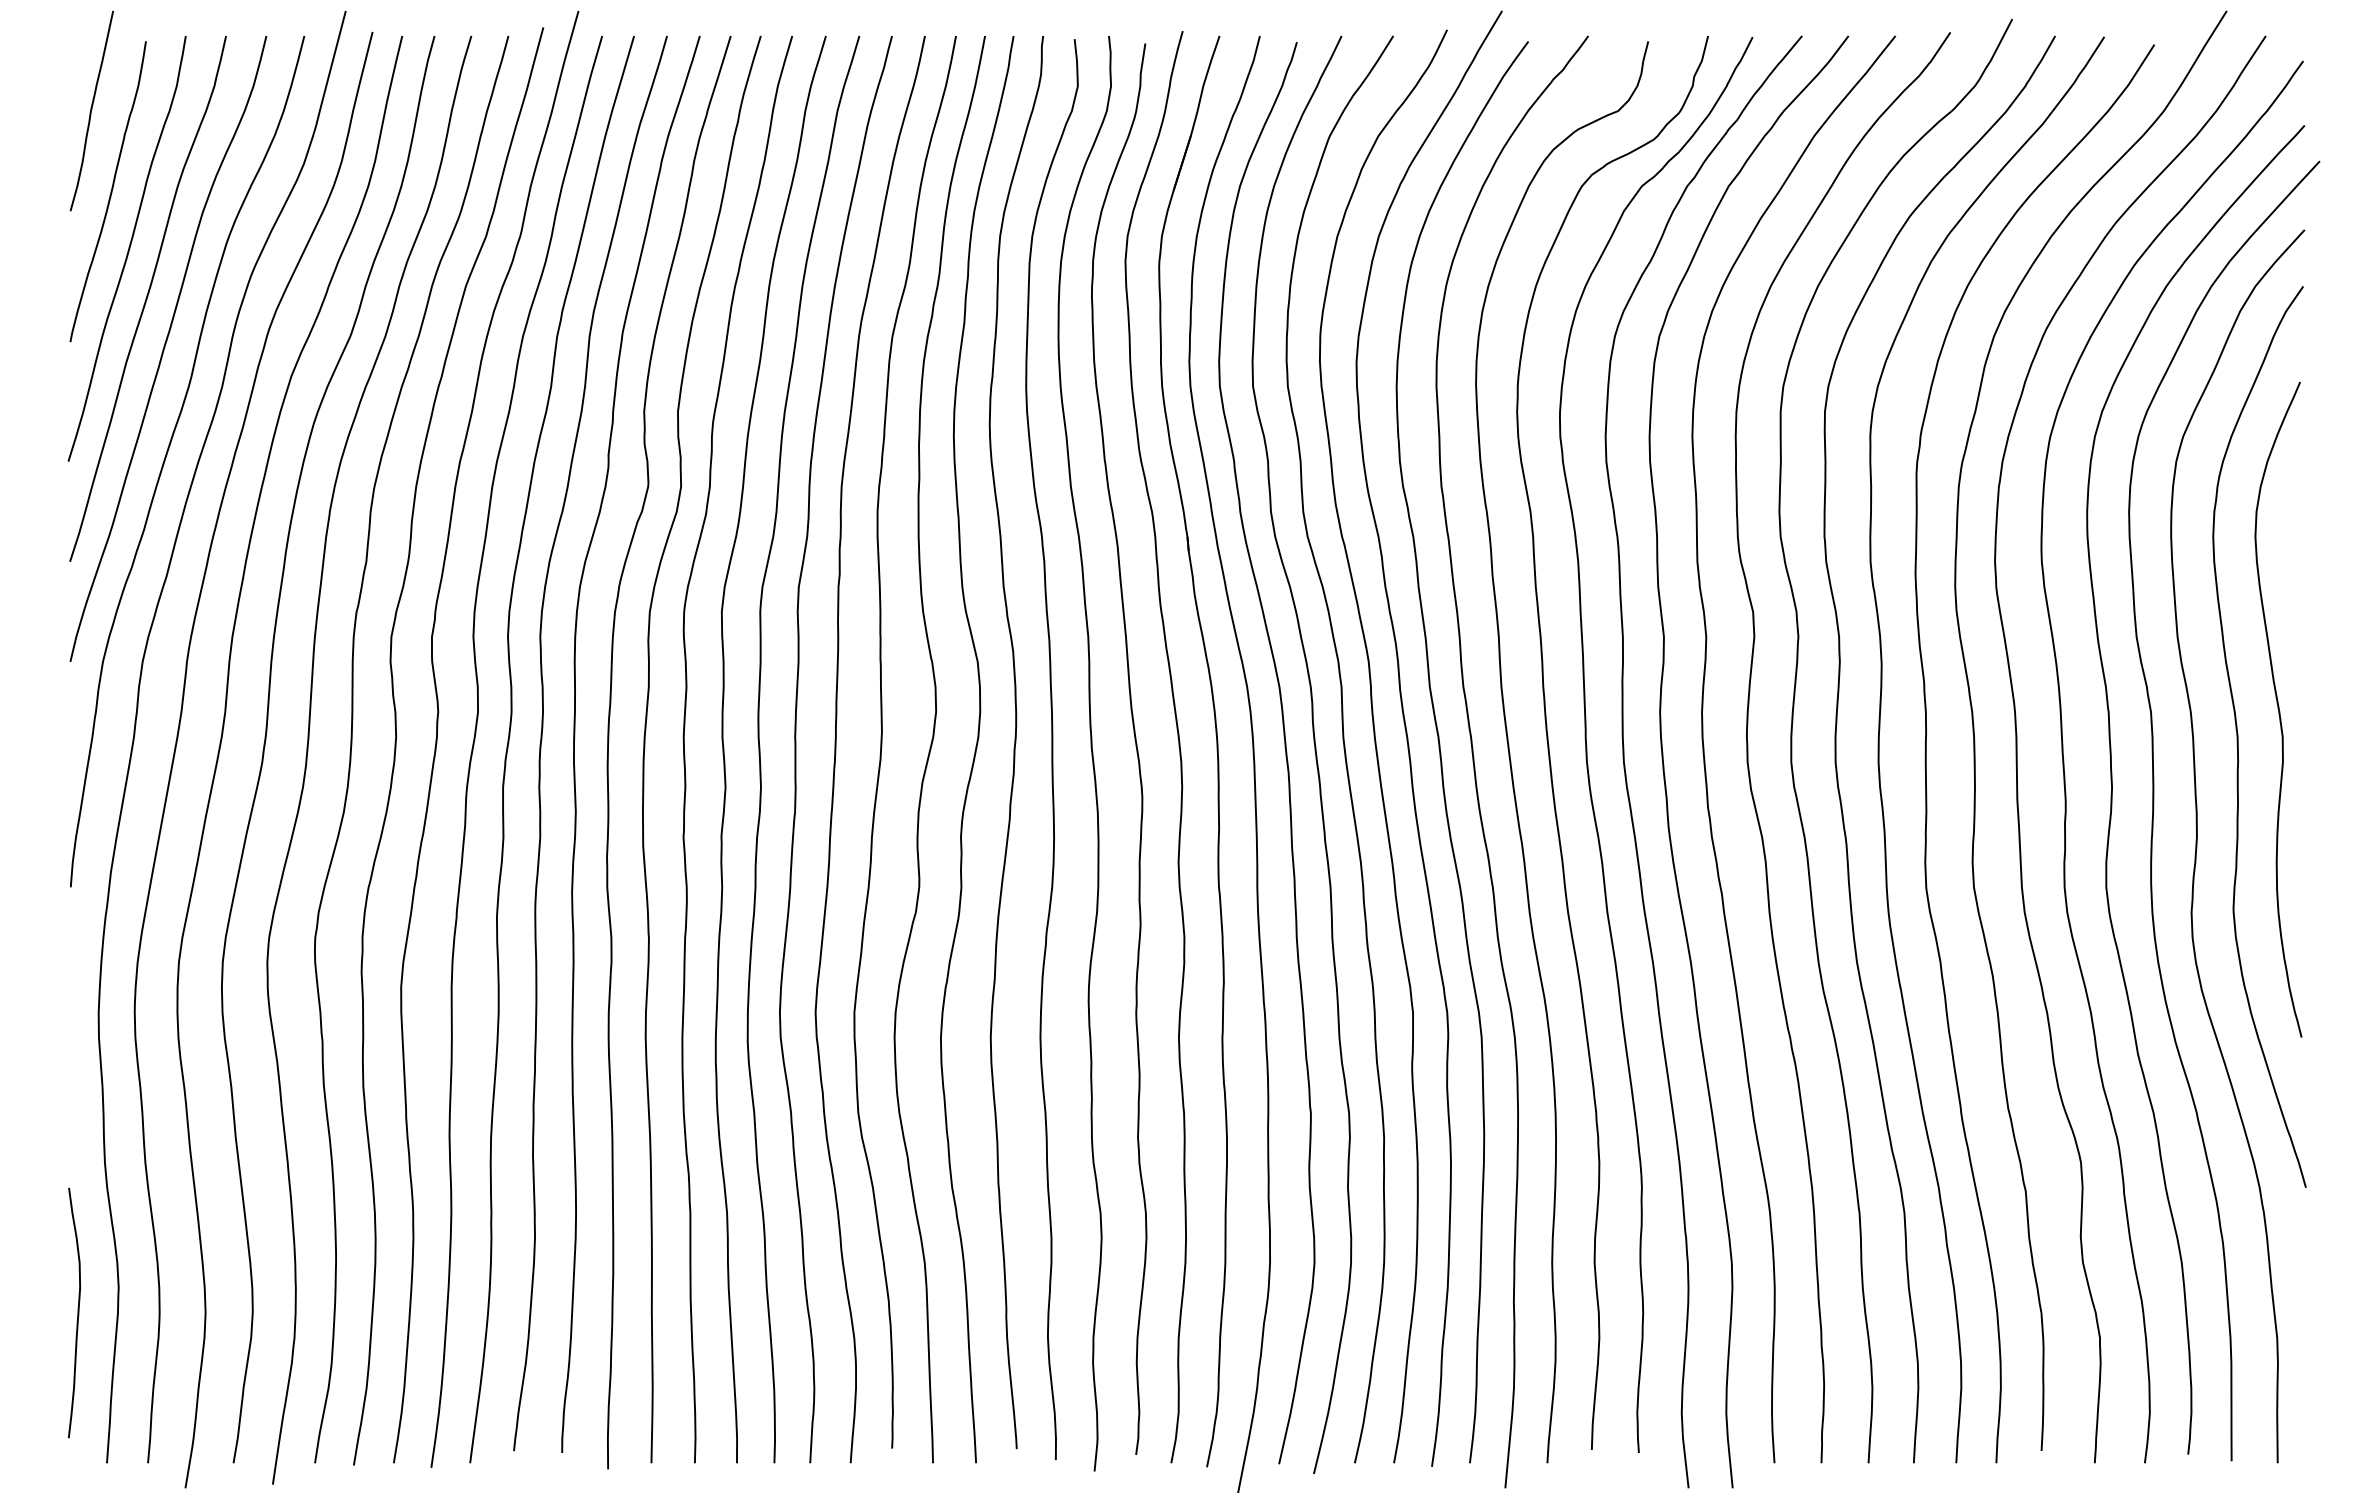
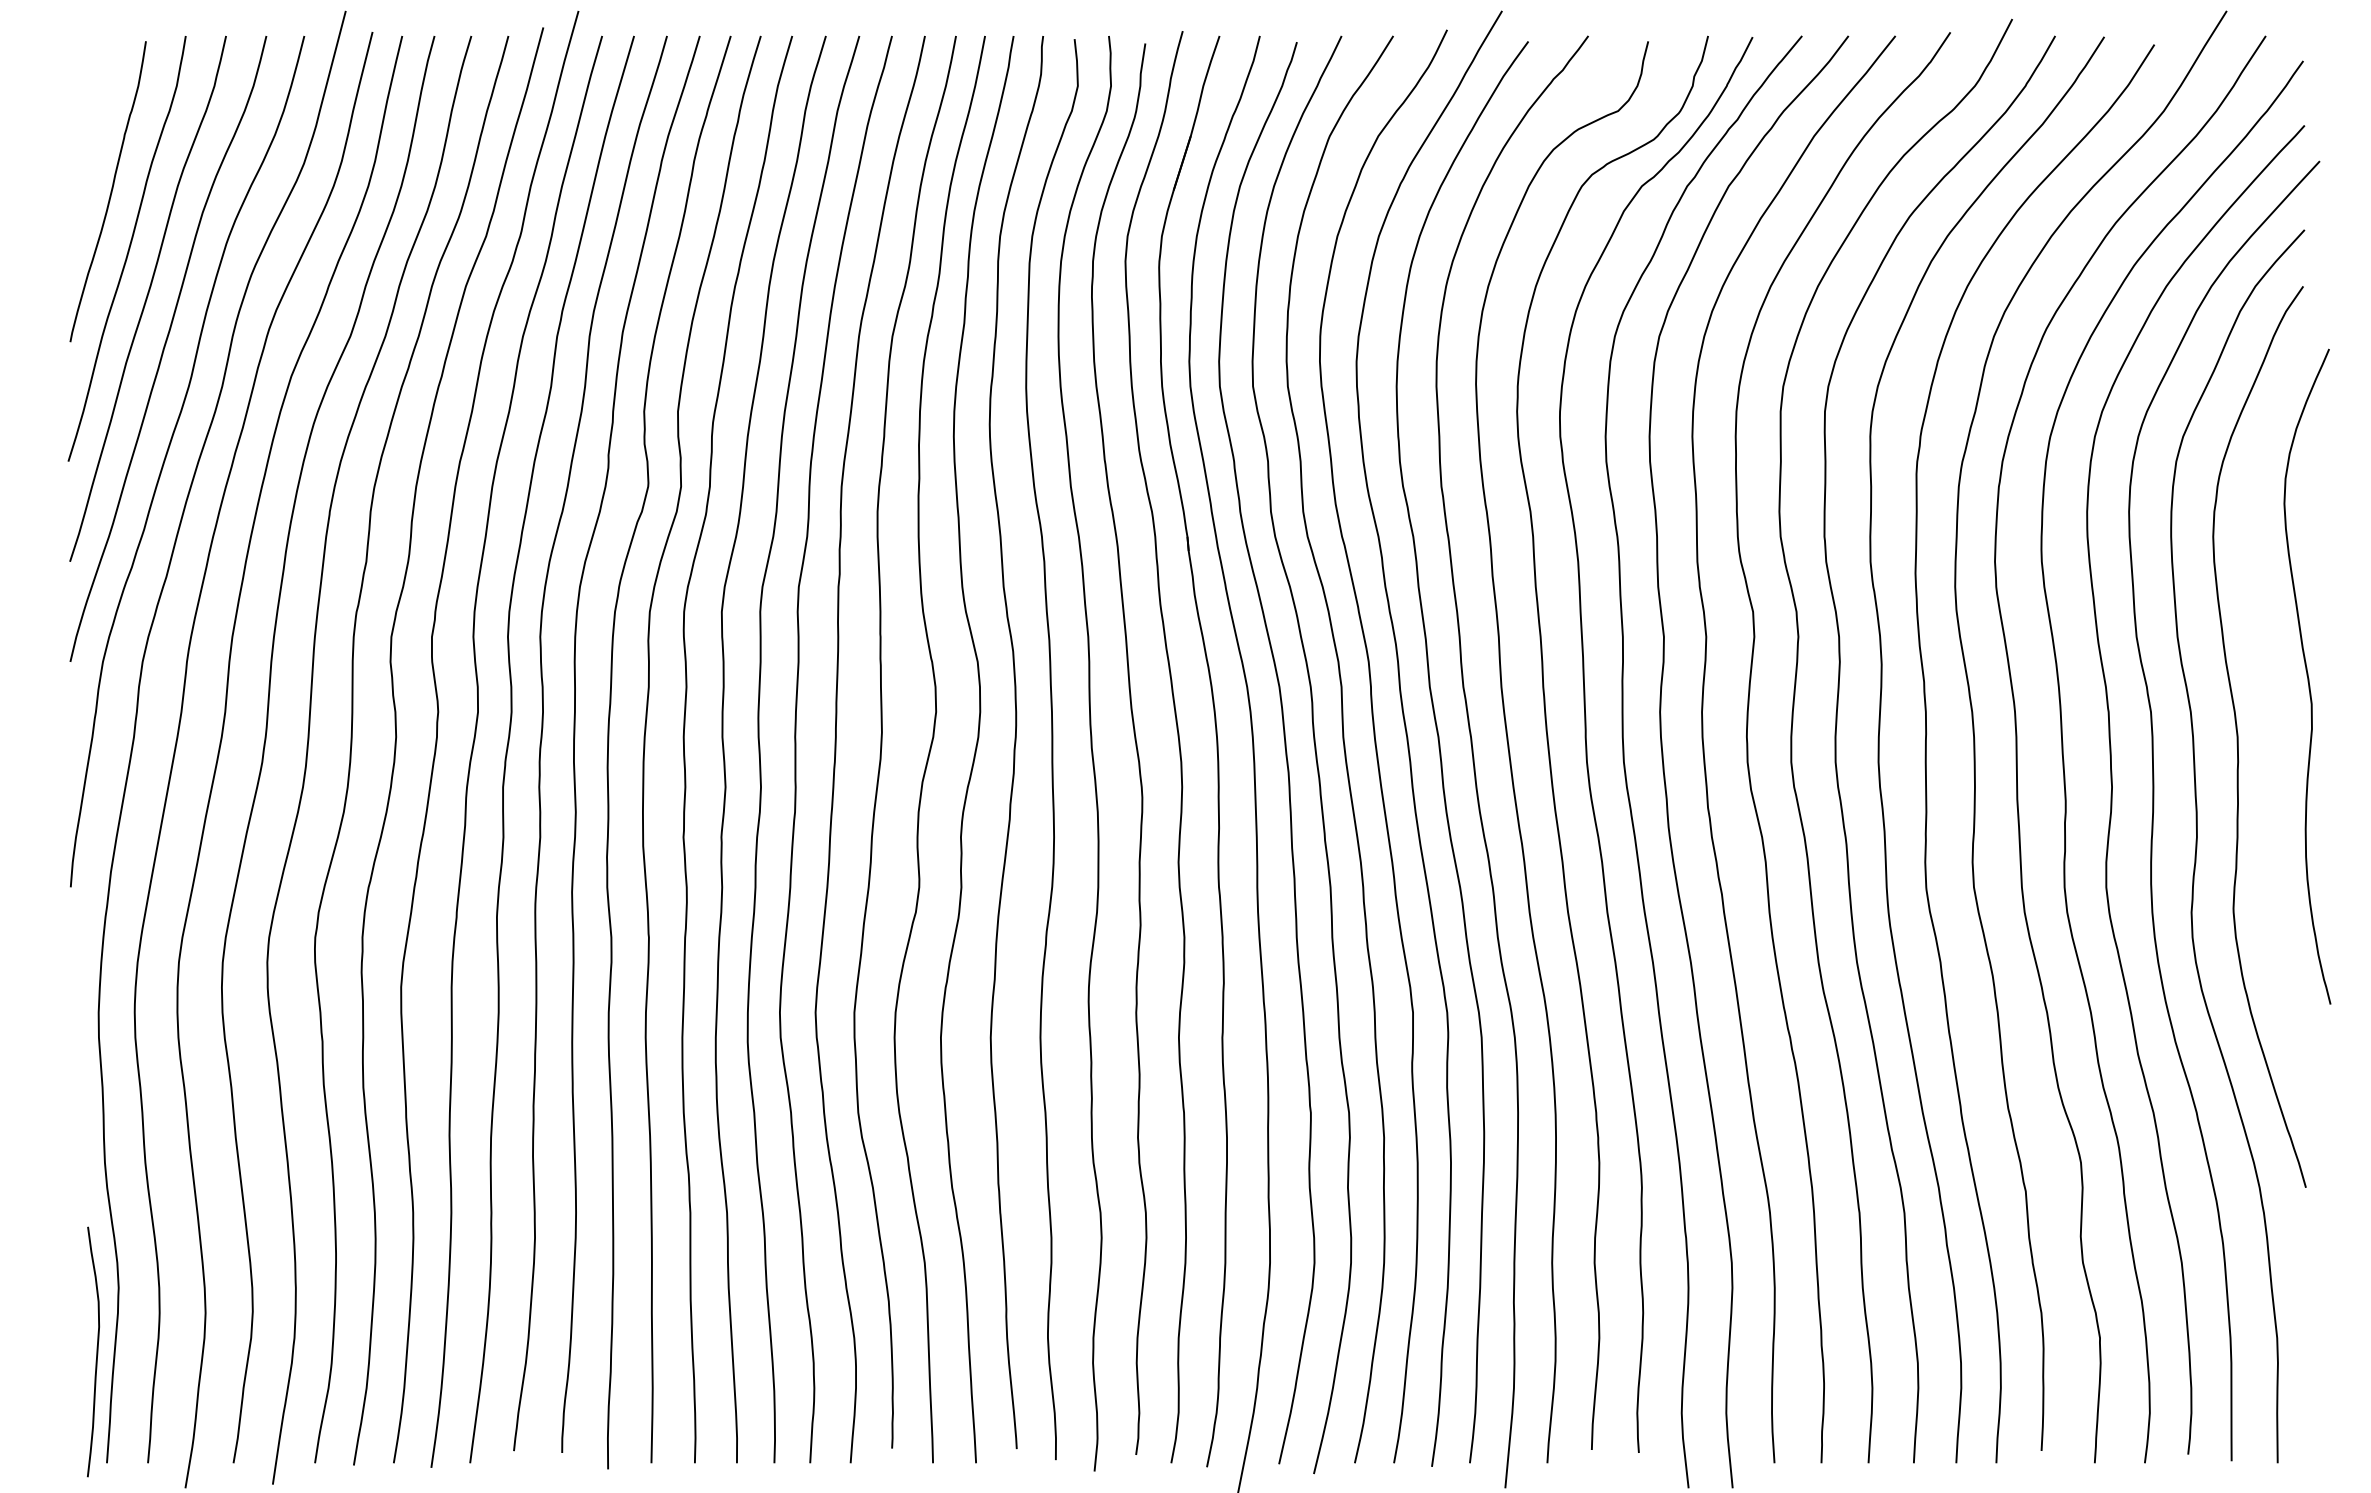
curve at (91, 110): present -> none
curve at (2278, 709) position: (2278, 709) -> (2307, 676)
curve at (77, 1312) position: (77, 1312) -> (96, 1351)
